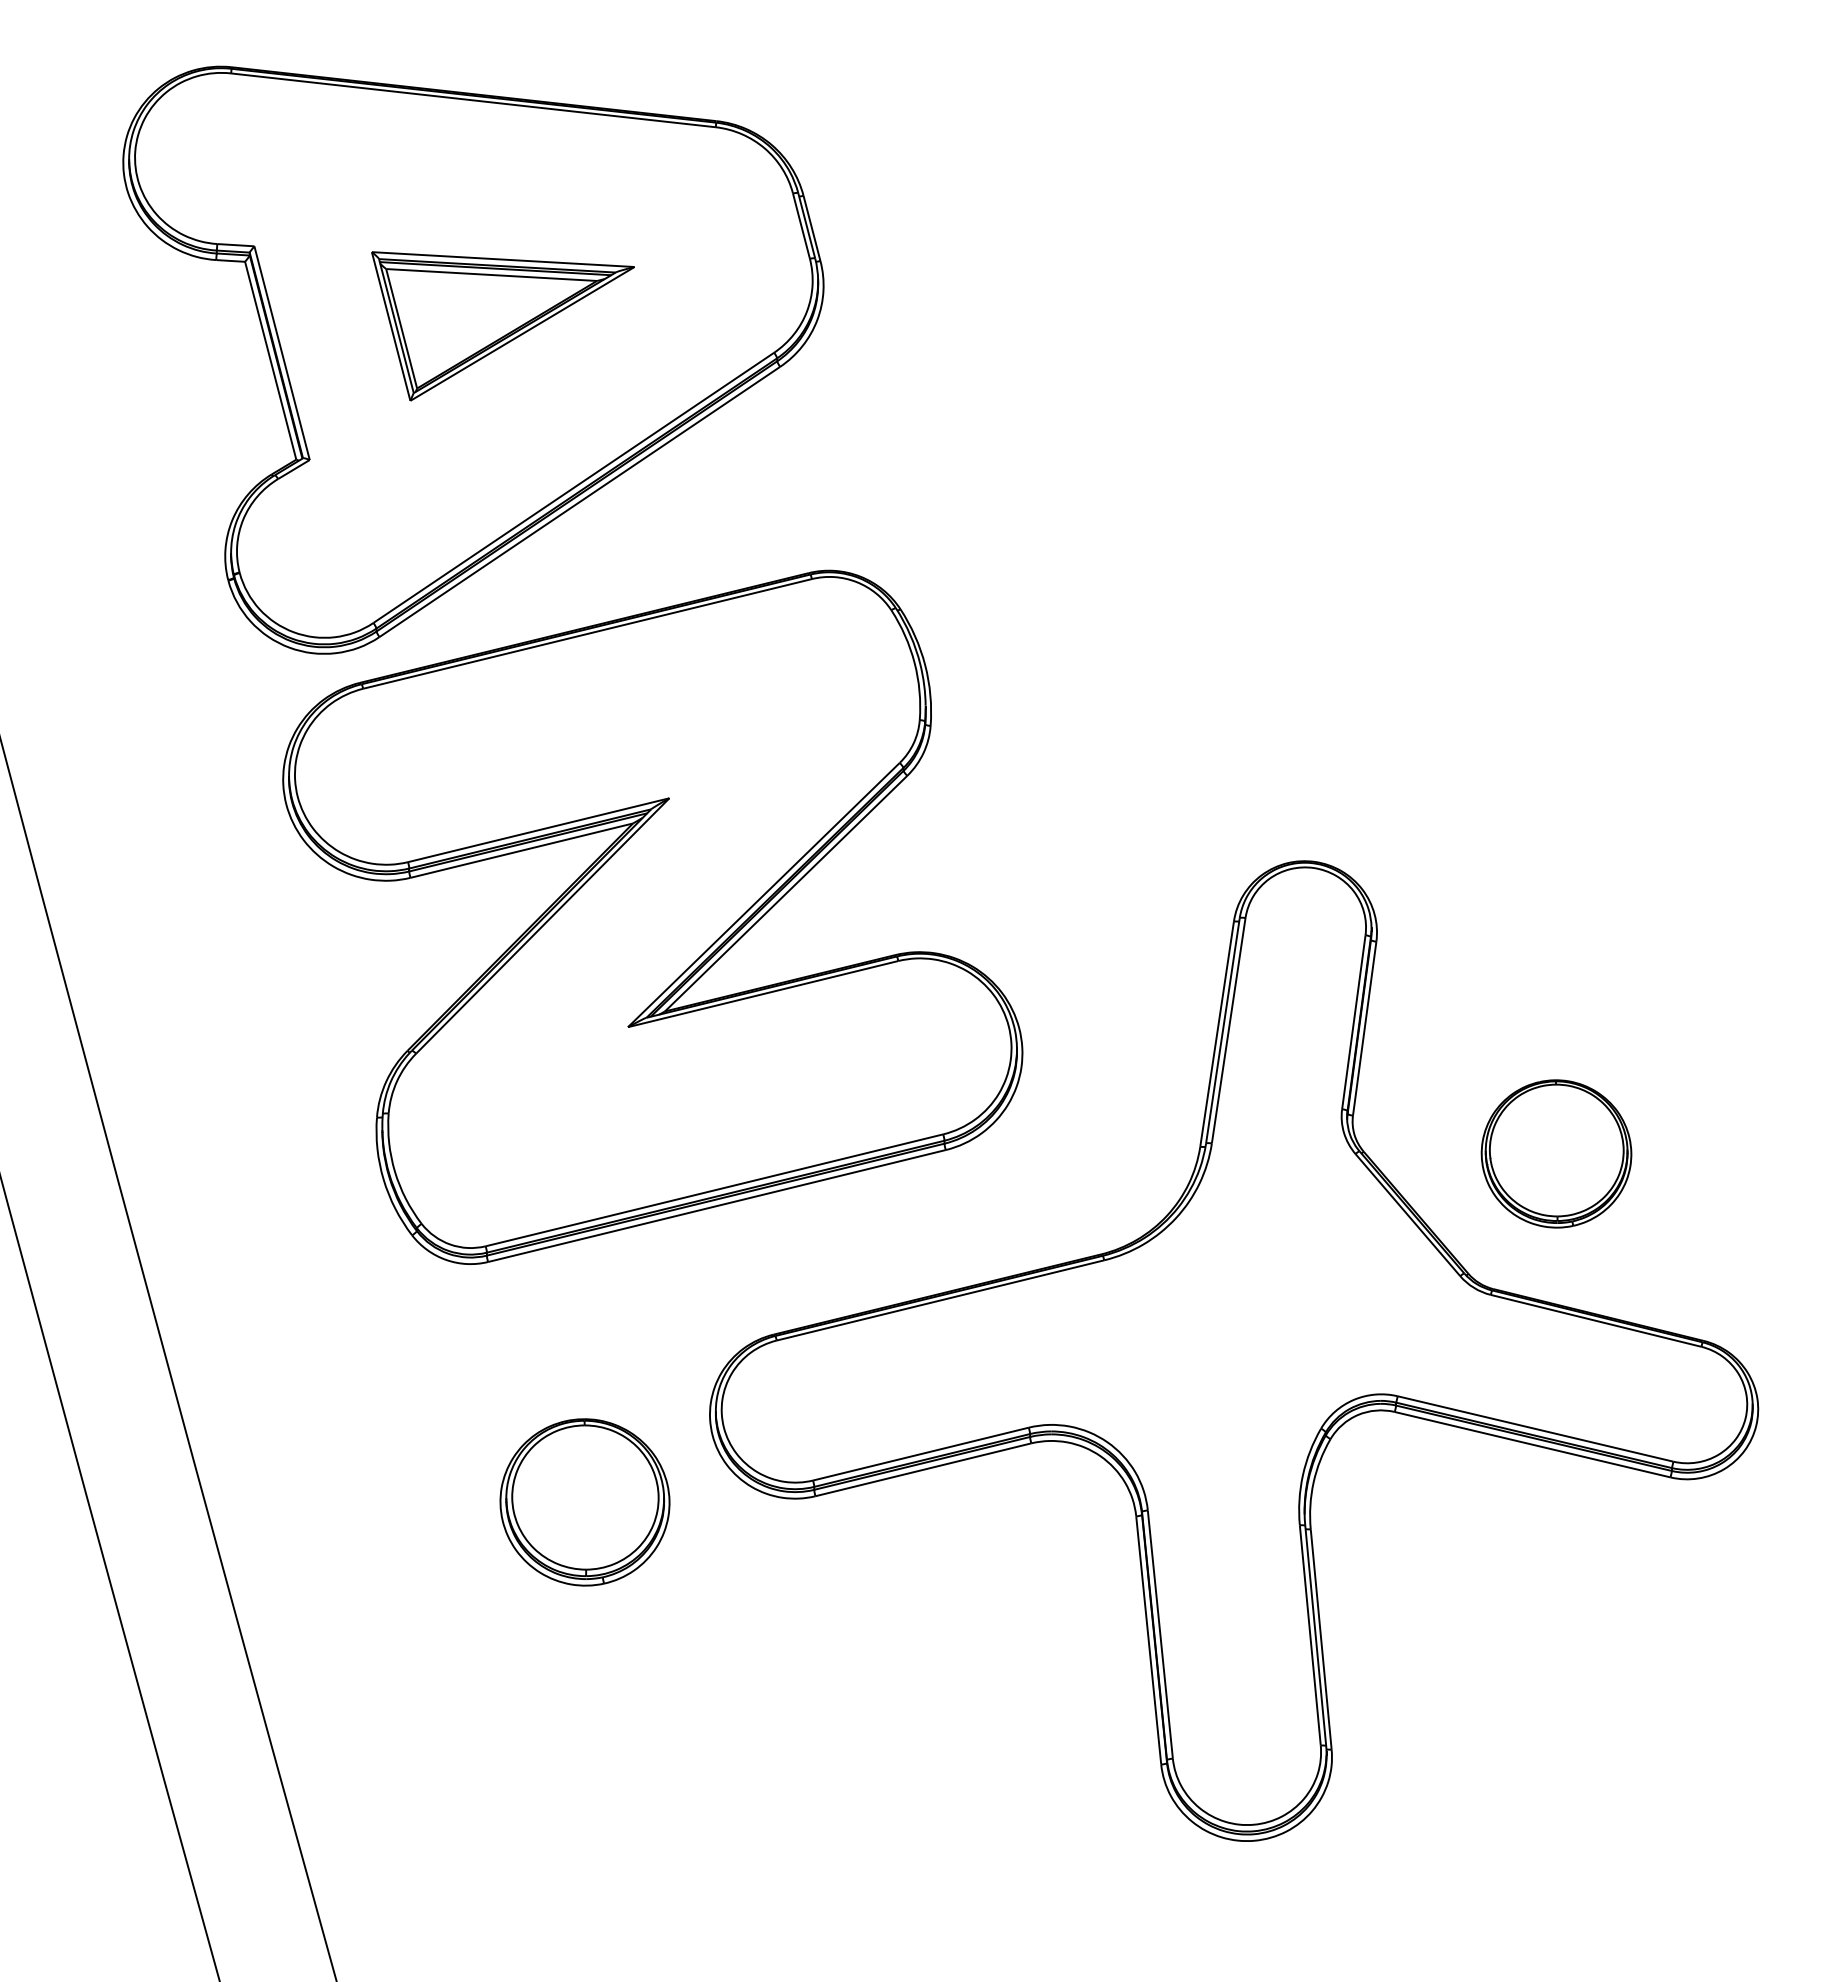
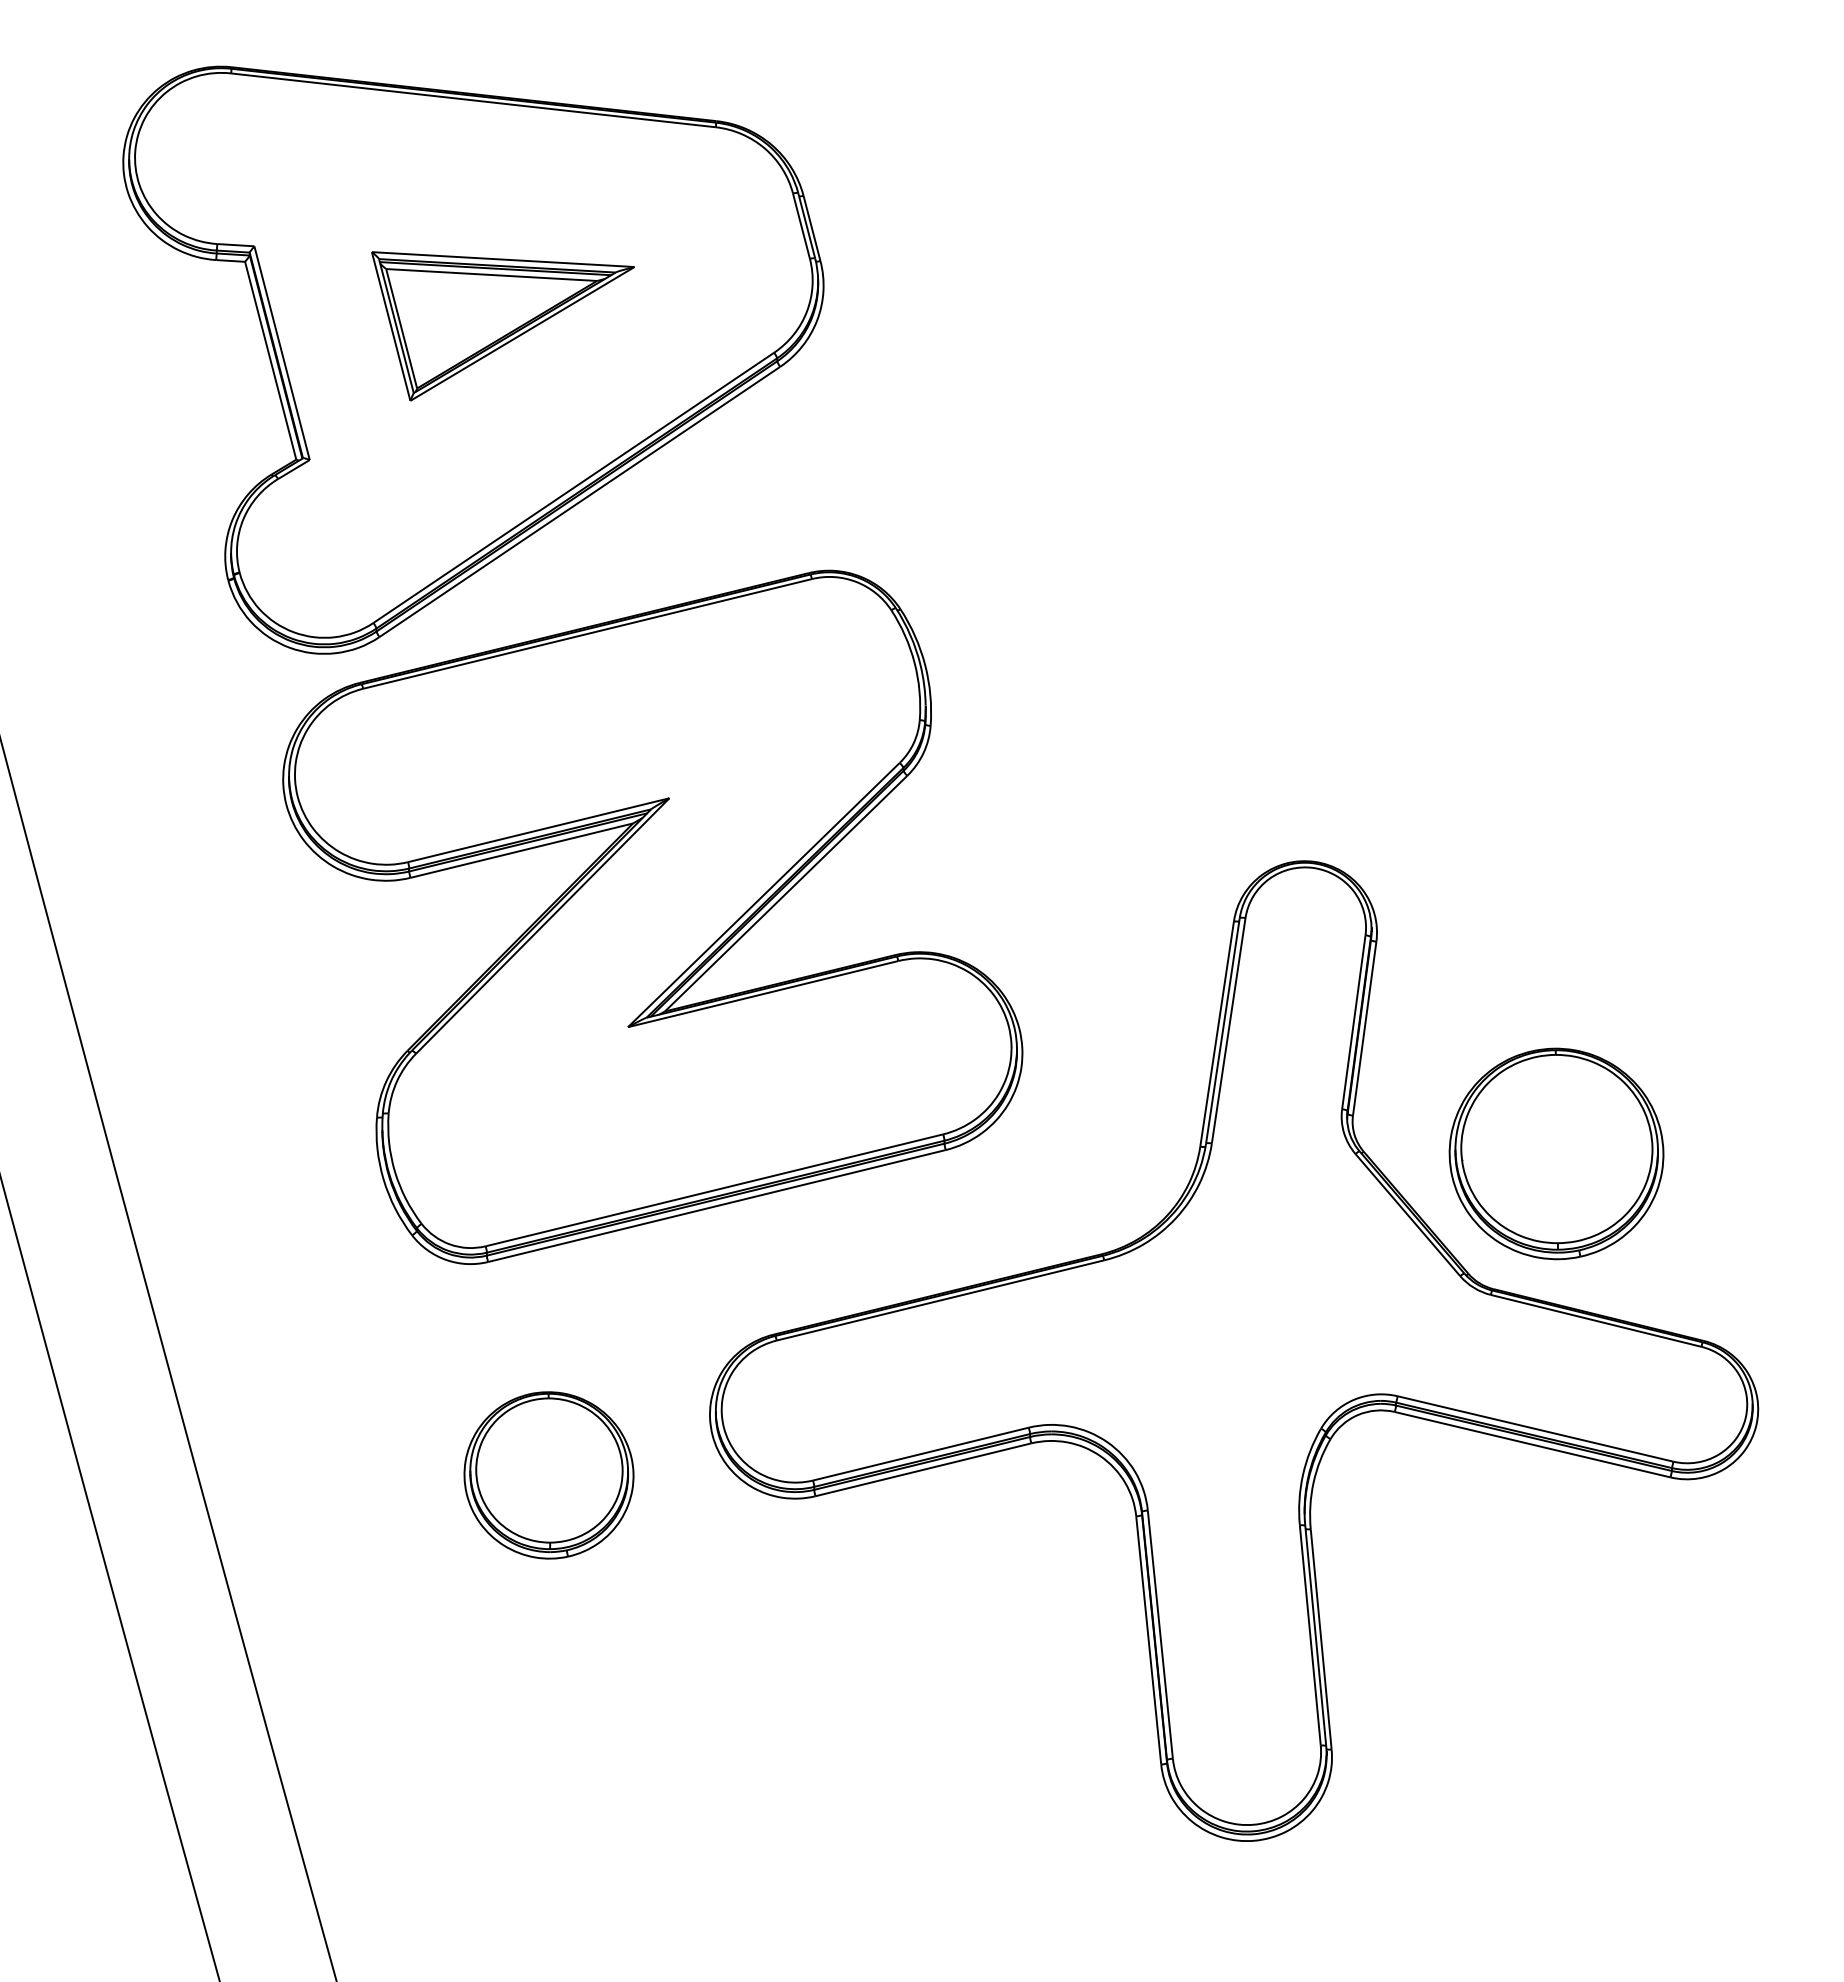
part at (1556, 1153) size: 153x150 px -> 217x214 px
part at (584, 1502) position: (584, 1502) -> (548, 1475)
